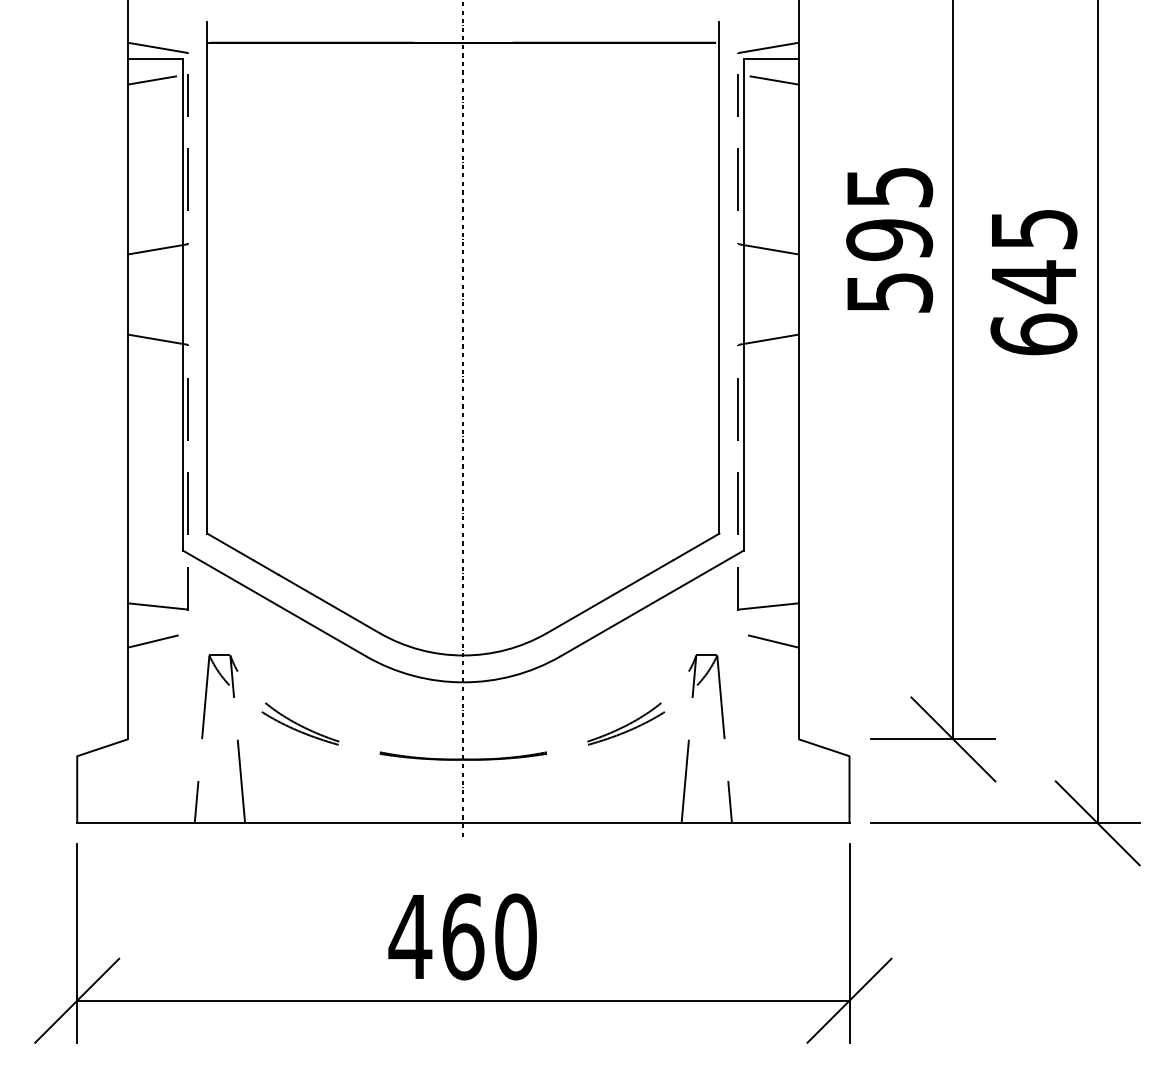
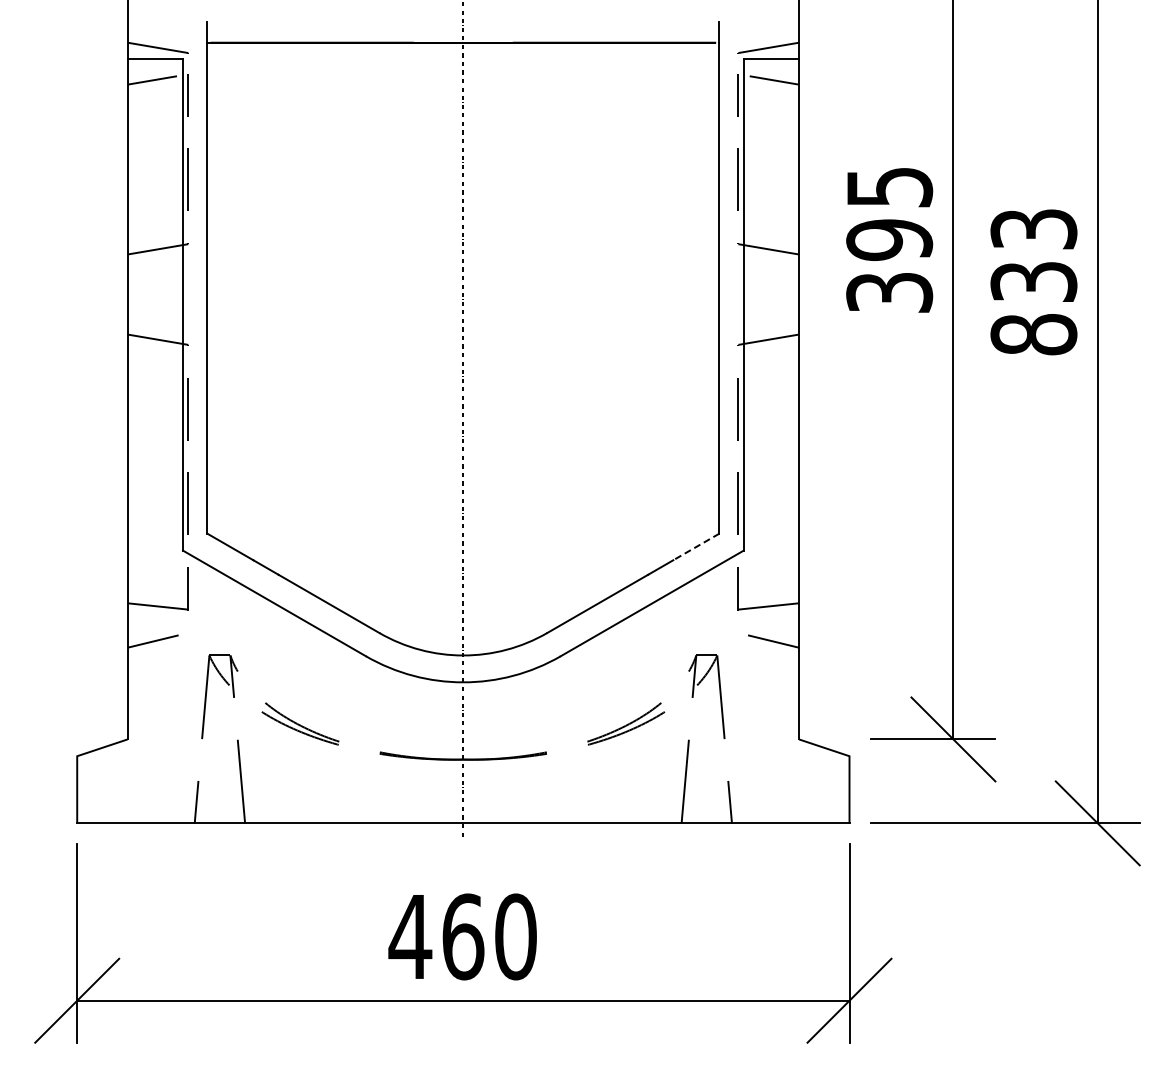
text at (1033, 282): 645 -> 833
text at (889, 292): 595 -> 395
line at (696, 546): solid -> dashed
